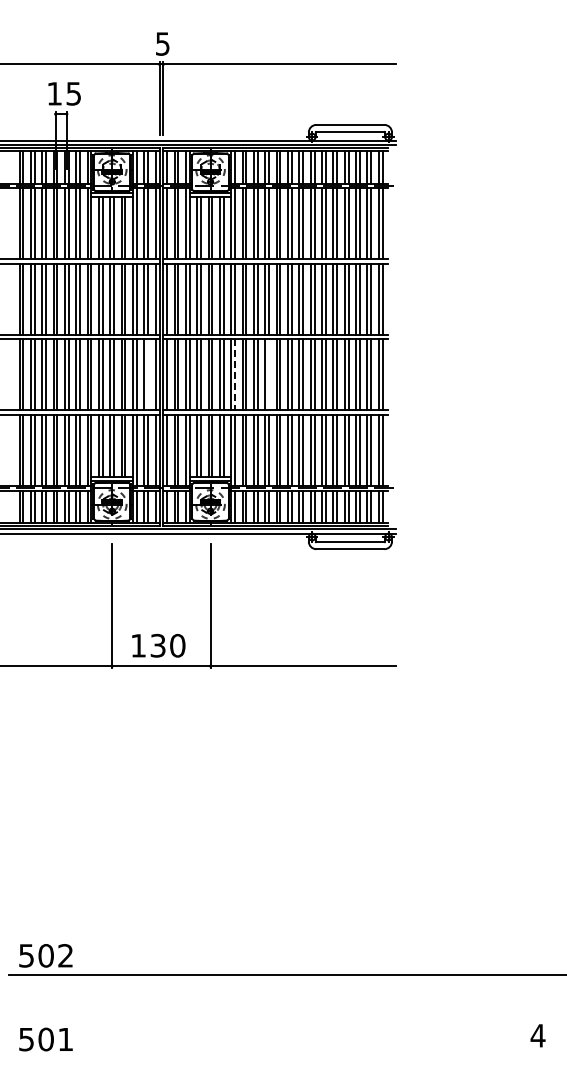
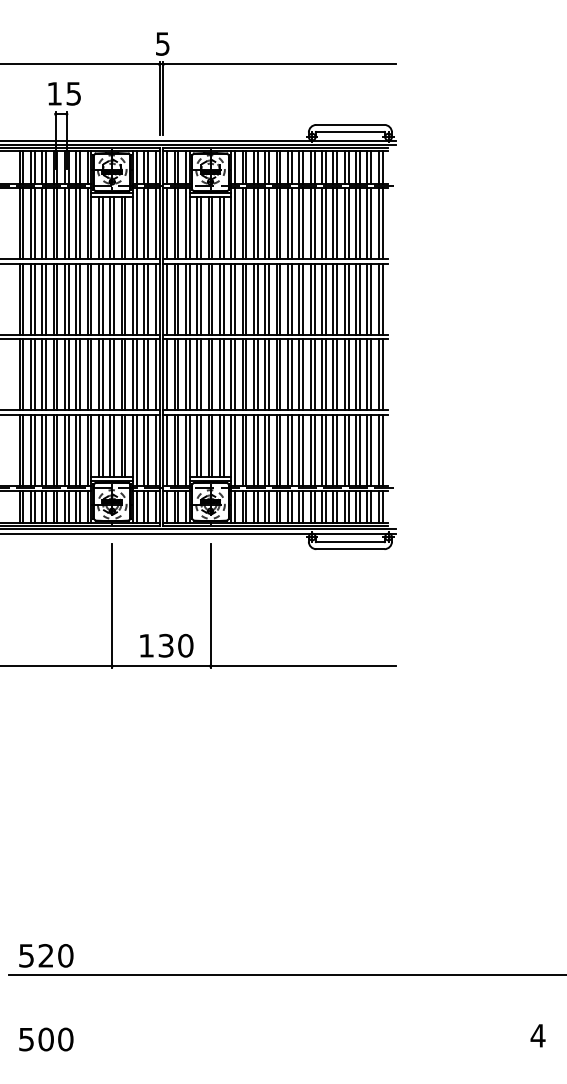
line at (148, 374): none -> present
line at (235, 374): dashed -> solid
line at (269, 374): none -> present
text at (158, 645) position: (158, 645) -> (166, 645)
text at (55, 955): 502 -> 520
text at (65, 1039): 501 -> 500
